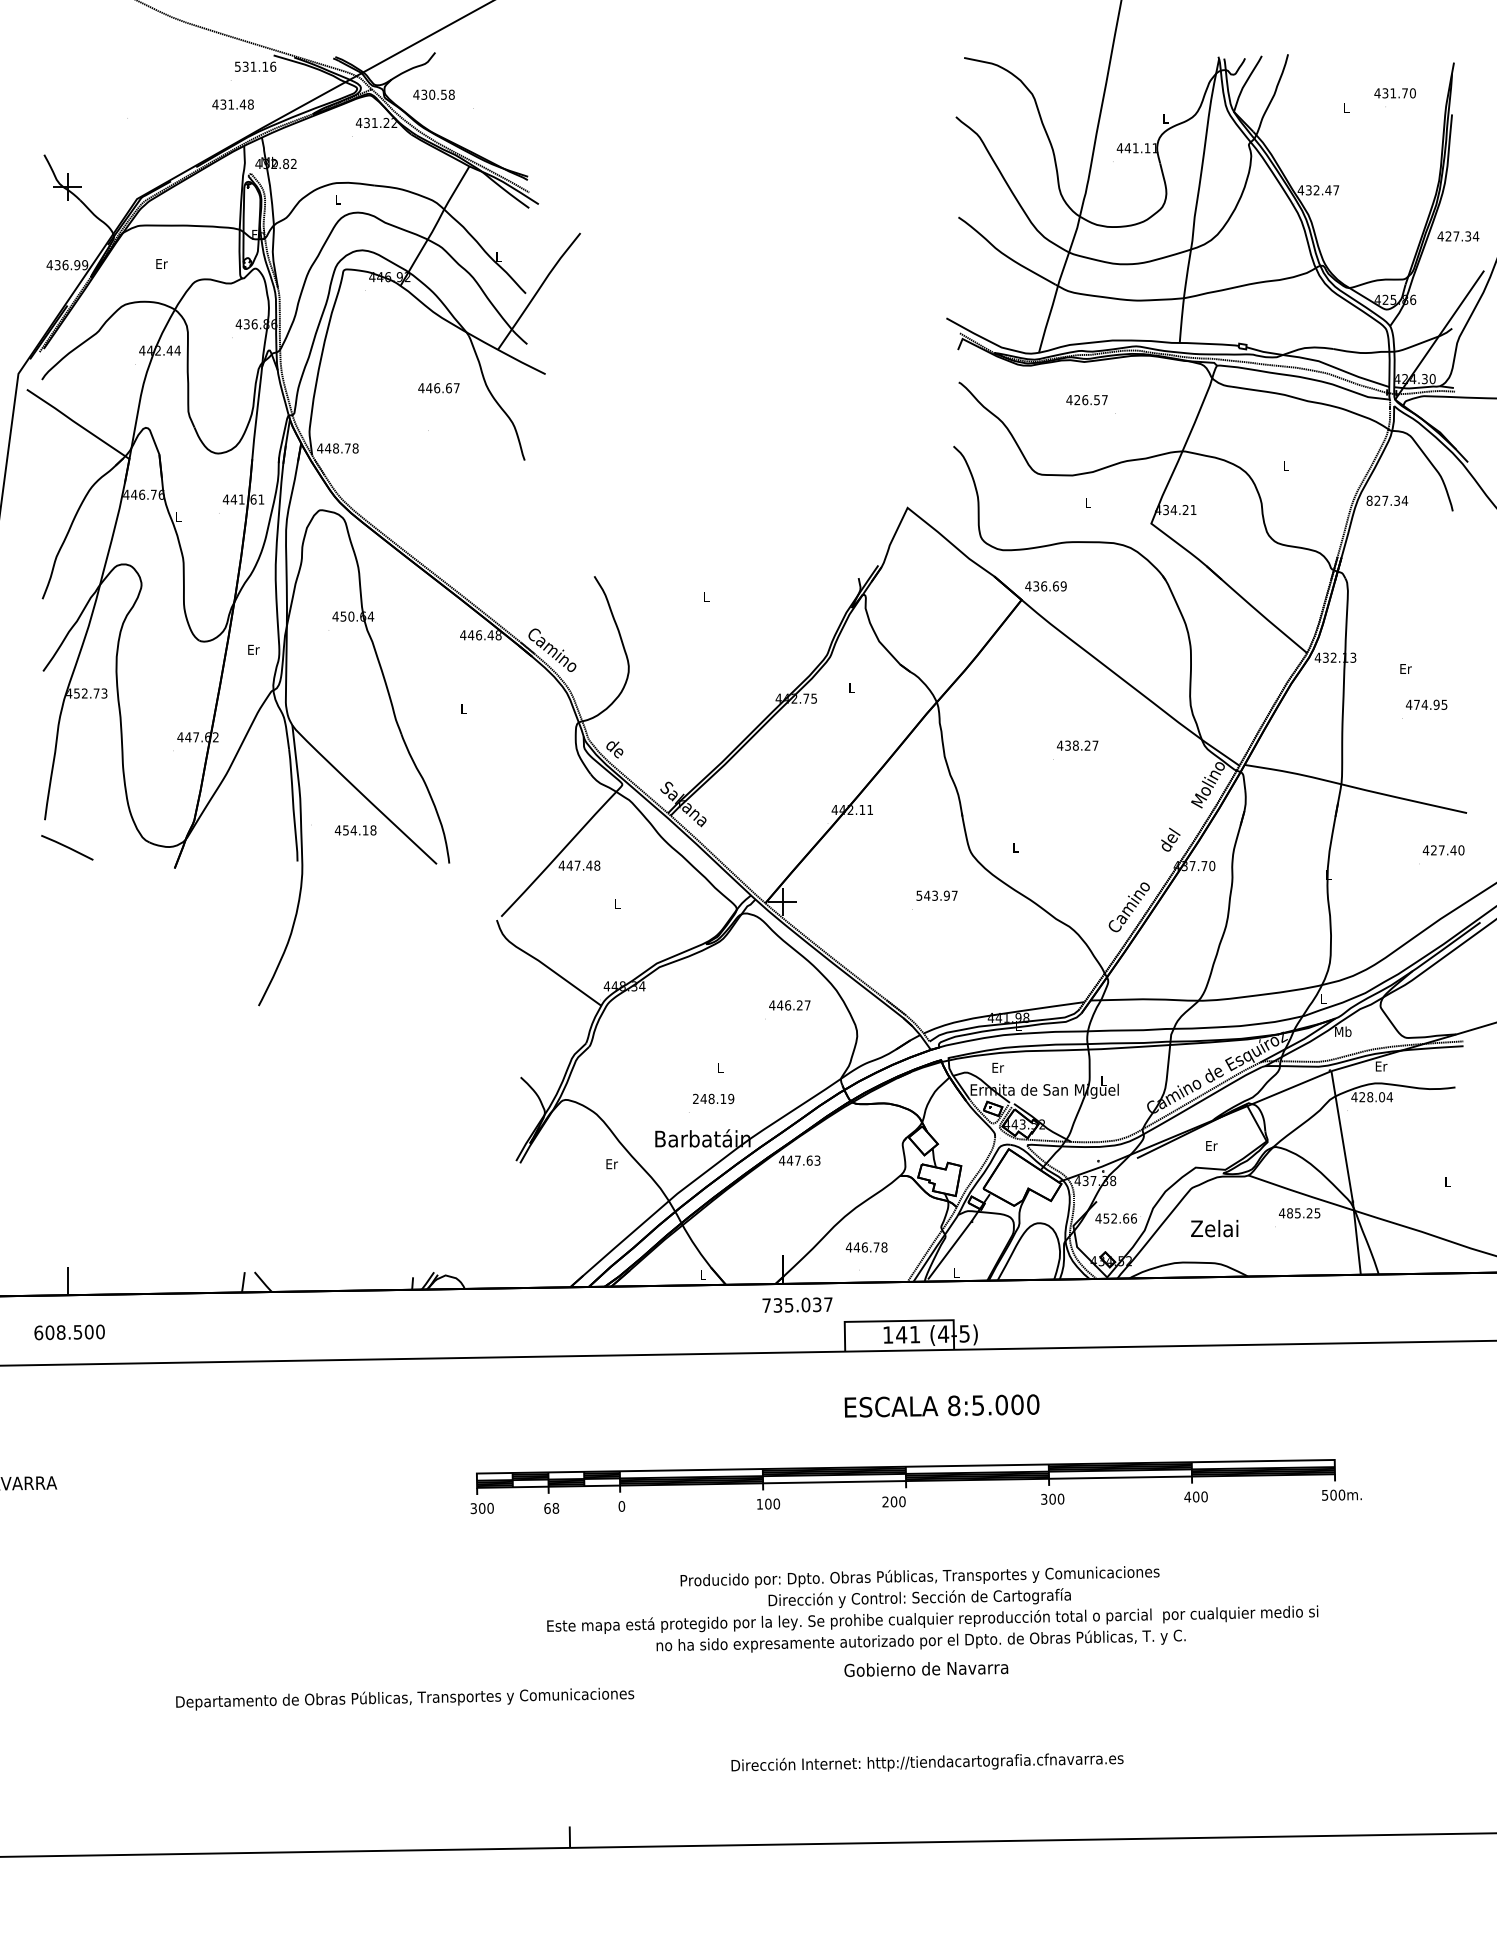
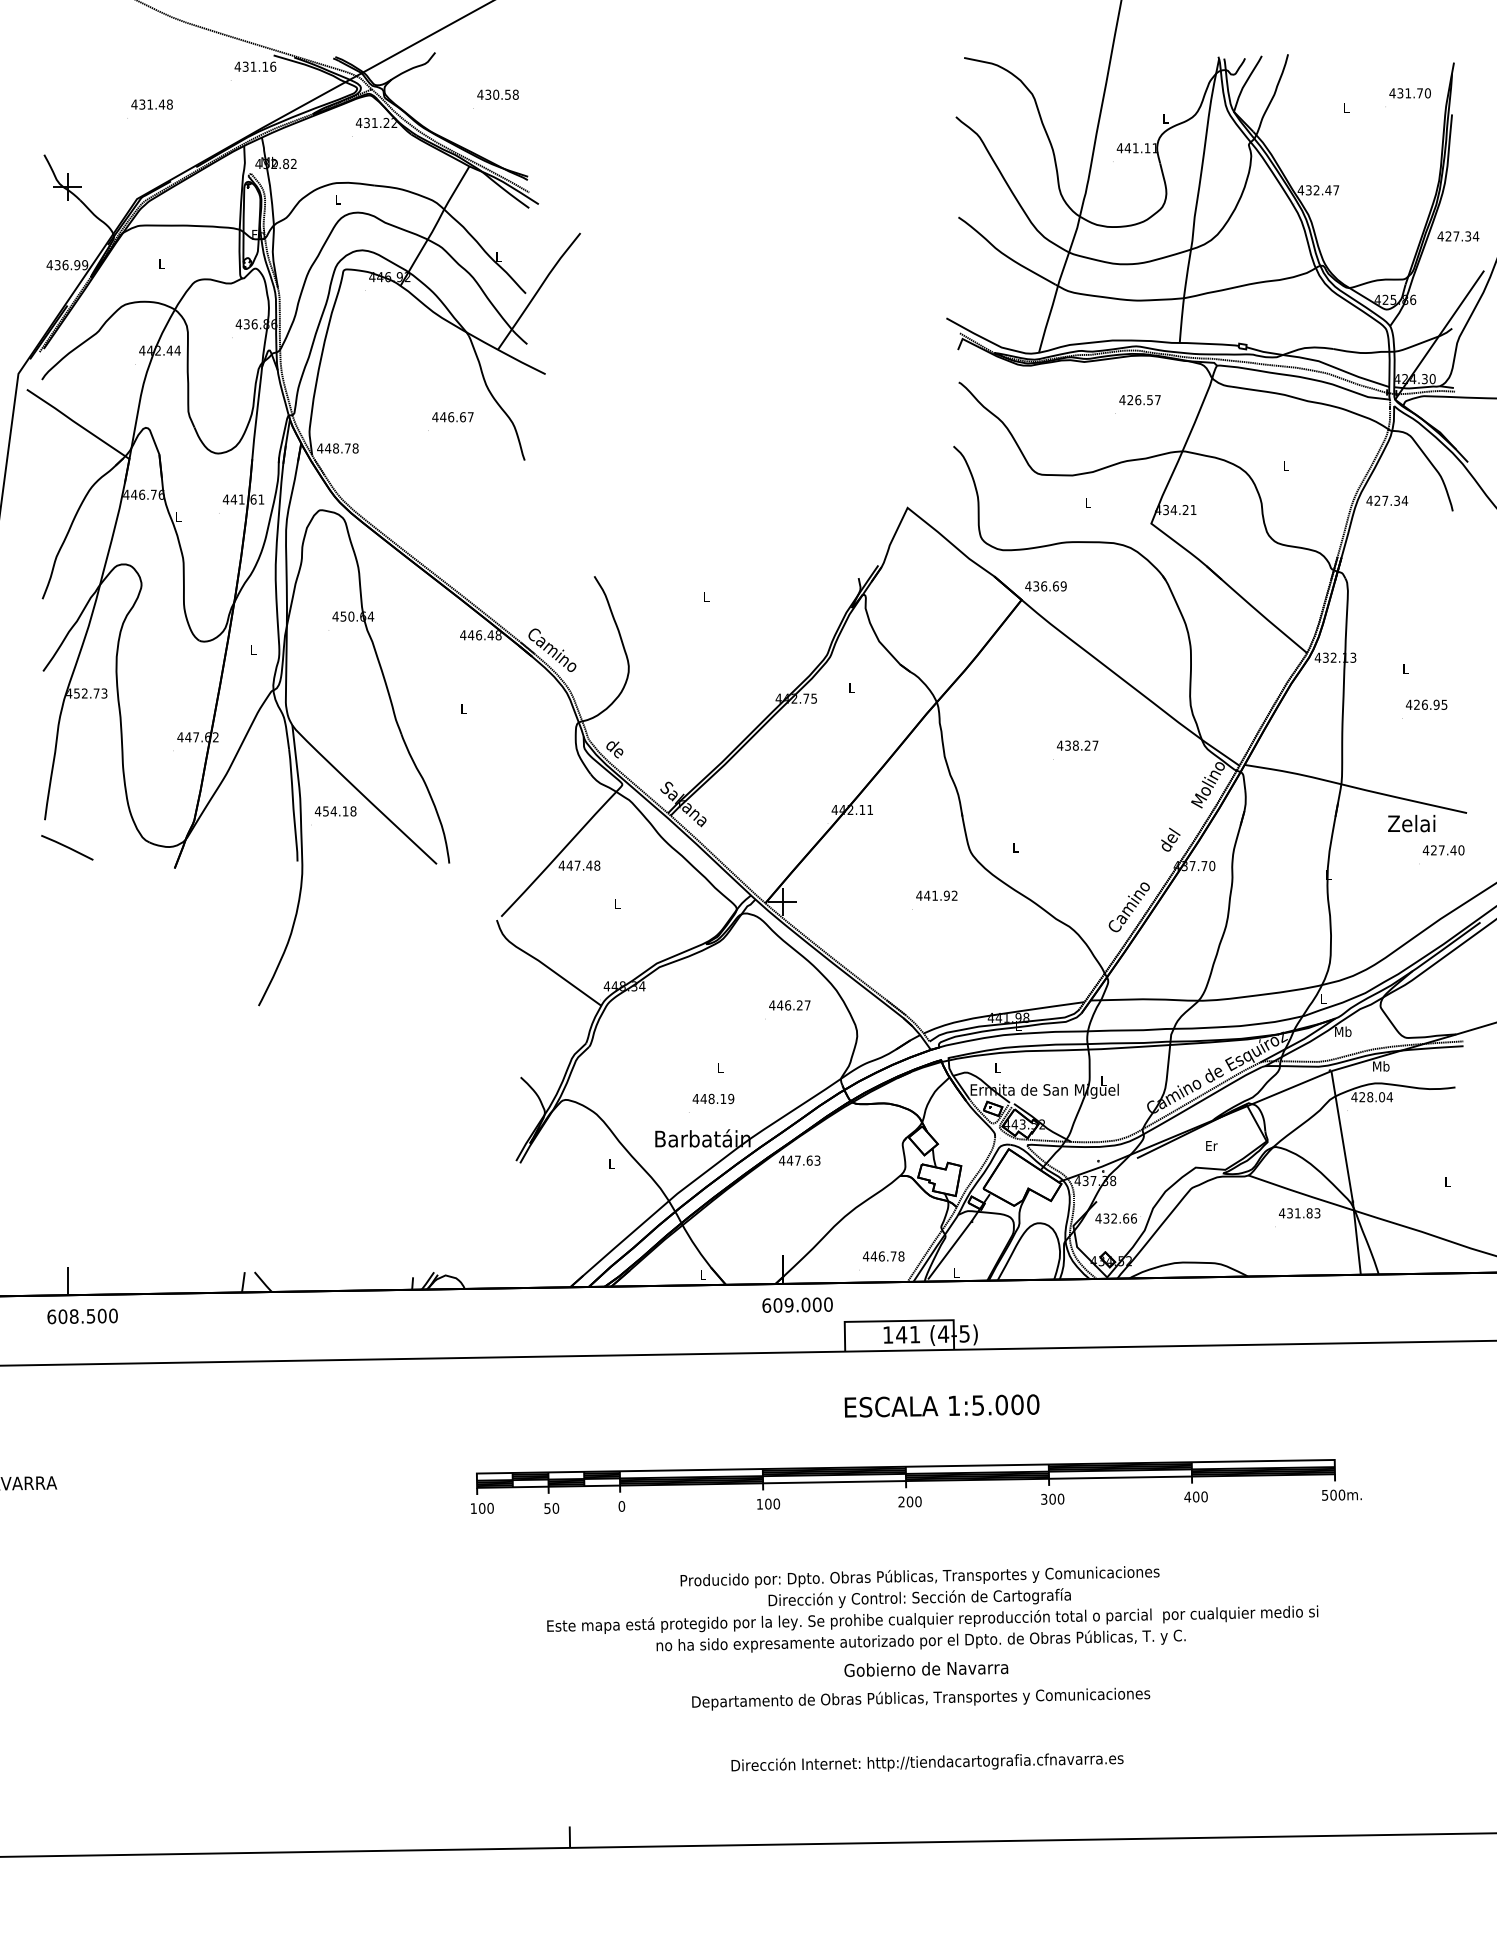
text at (237, 66): 531.16 -> 431.16
text at (1394, 93) position: (1394, 93) -> (1409, 93)
text at (433, 94) position: (433, 94) -> (497, 94)
text at (232, 104) position: (232, 104) -> (151, 104)
text at (161, 263): Er -> L
text at (438, 388) position: (438, 388) -> (452, 417)
text at (1086, 400) position: (1086, 400) -> (1139, 400)
text at (1369, 500): 827.34 -> 427.34
text at (253, 649): Er -> L
text at (1405, 668): Er -> L
text at (1420, 704): 474.95 -> 426.95
text at (355, 830) position: (355, 830) -> (335, 811)
text at (936, 895): 543.97 -> 441.92
text at (1381, 1066): Er -> Mb
text at (998, 1067): Er -> L
text at (695, 1098): 248.19 -> 448.19
text at (611, 1164): Er -> L
text at (1303, 1213): 485.25 -> 431.83
text at (1106, 1217): 452.66 -> 432.66
text at (1214, 1228) position: (1214, 1228) -> (1411, 823)
text at (866, 1247) position: (866, 1247) -> (883, 1256)
text at (797, 1304): 735.037 -> 609.000
text at (69, 1332) position: (69, 1332) -> (82, 1316)
text at (954, 1405): 8:5.000 -> 1:5.000
text at (893, 1501) position: (893, 1501) -> (909, 1501)
text at (473, 1508): 300 -> 100
text at (551, 1508): 68 -> 50
text at (405, 1698) position: (405, 1698) -> (921, 1698)
